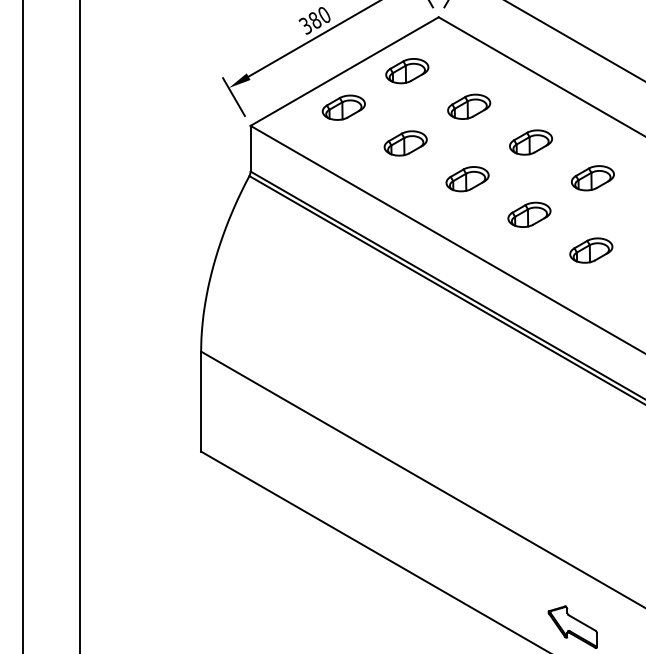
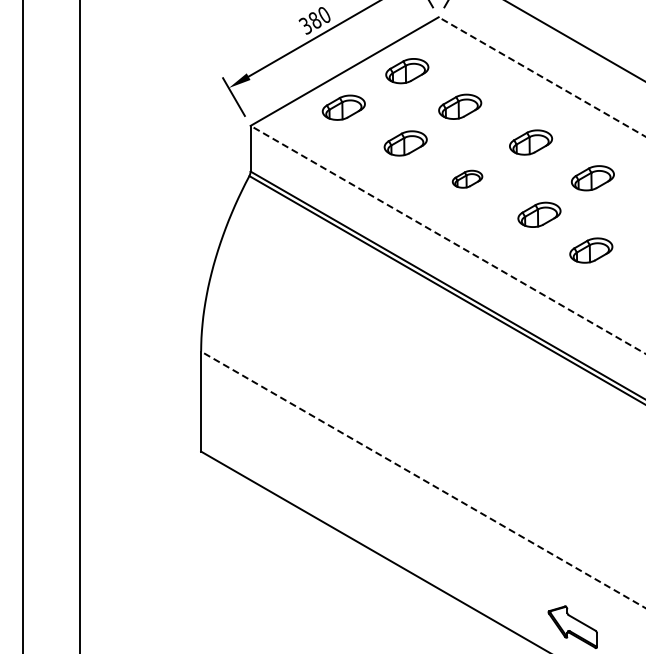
line at (541, 76): solid -> dashed
part at (469, 106) position: (469, 106) -> (460, 106)
part at (467, 179) size: 45x27 px -> 33x20 px
part at (529, 214) position: (529, 214) -> (539, 214)
line at (447, 239): solid -> dashed
line at (423, 479): solid -> dashed
